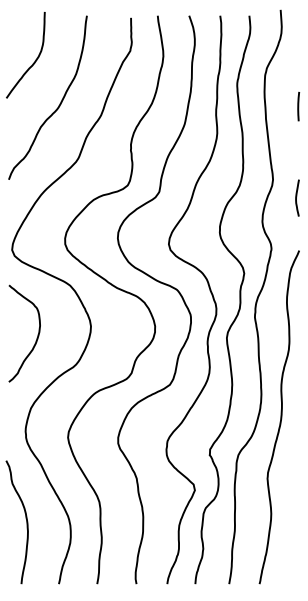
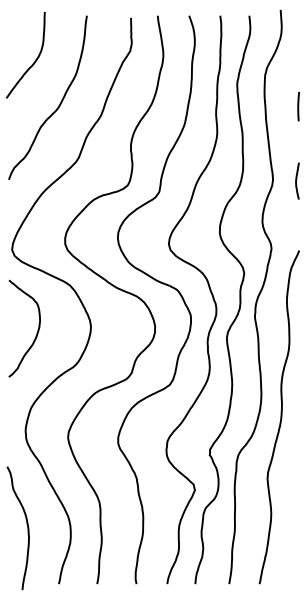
curve at (297, 196) position: (297, 196) -> (297, 179)
curve at (36, 338) position: (36, 338) -> (36, 333)
curve at (25, 518) position: (25, 518) -> (26, 524)
